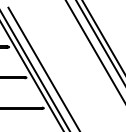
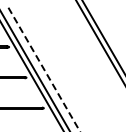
line at (94, 50): present -> none
line at (44, 69): solid -> dashed
